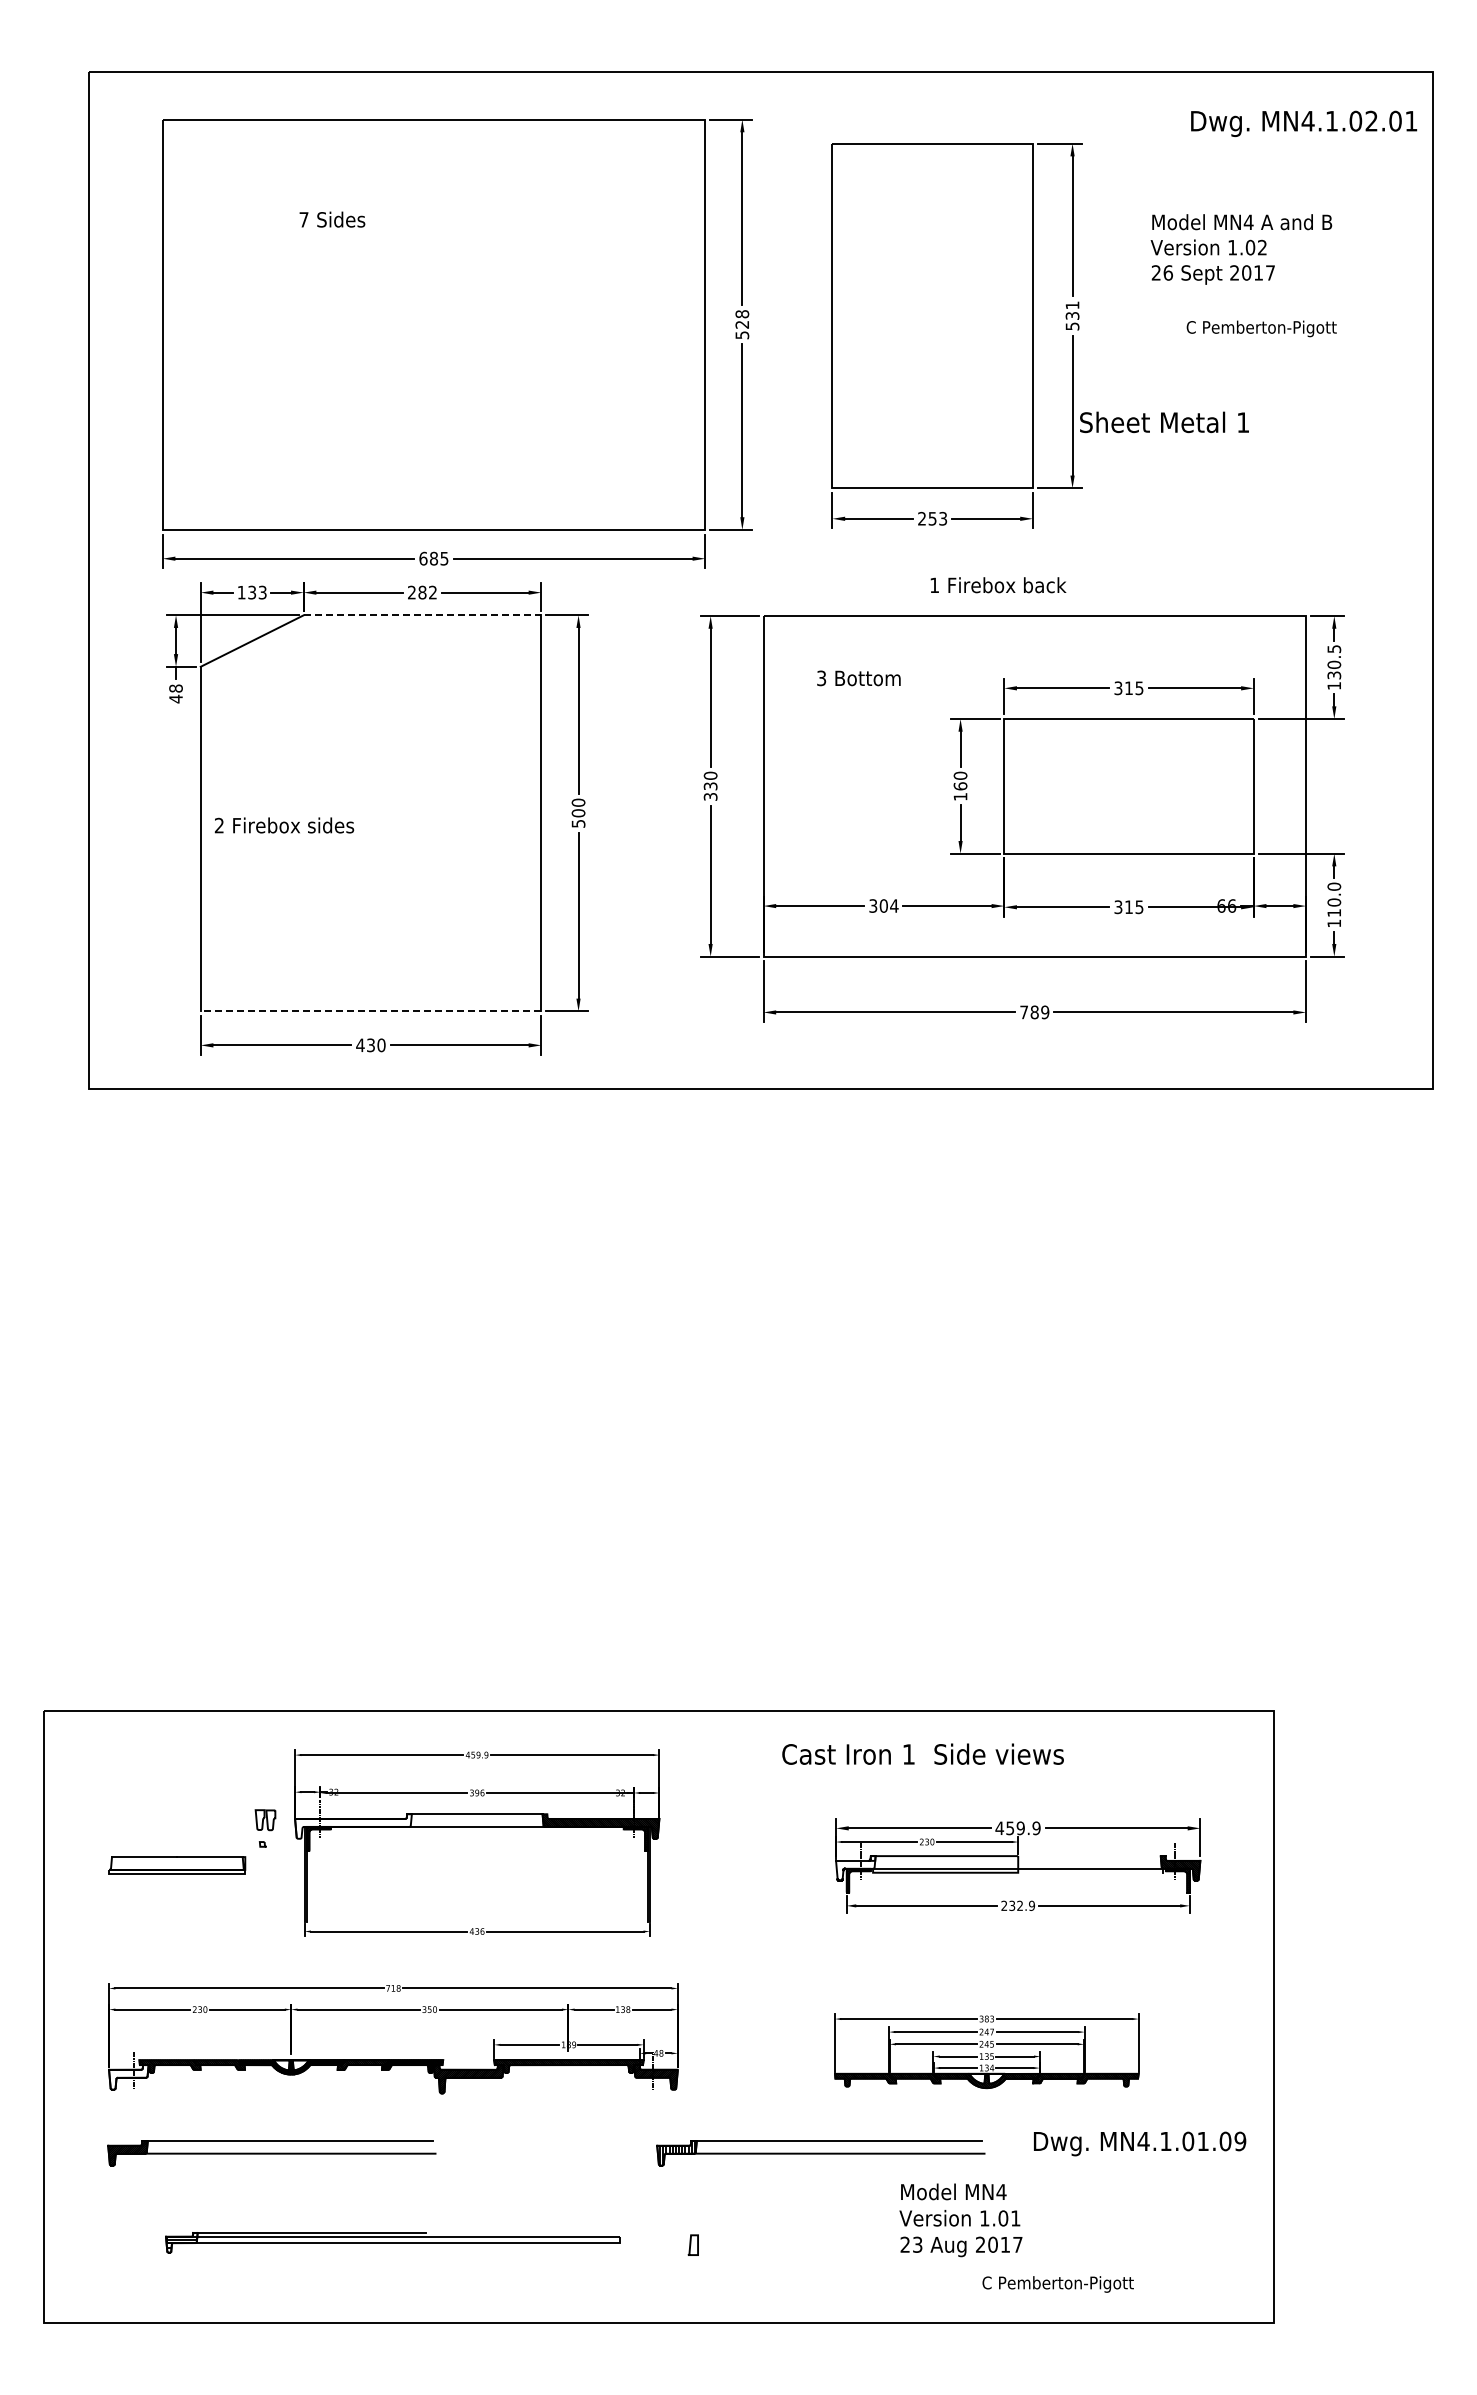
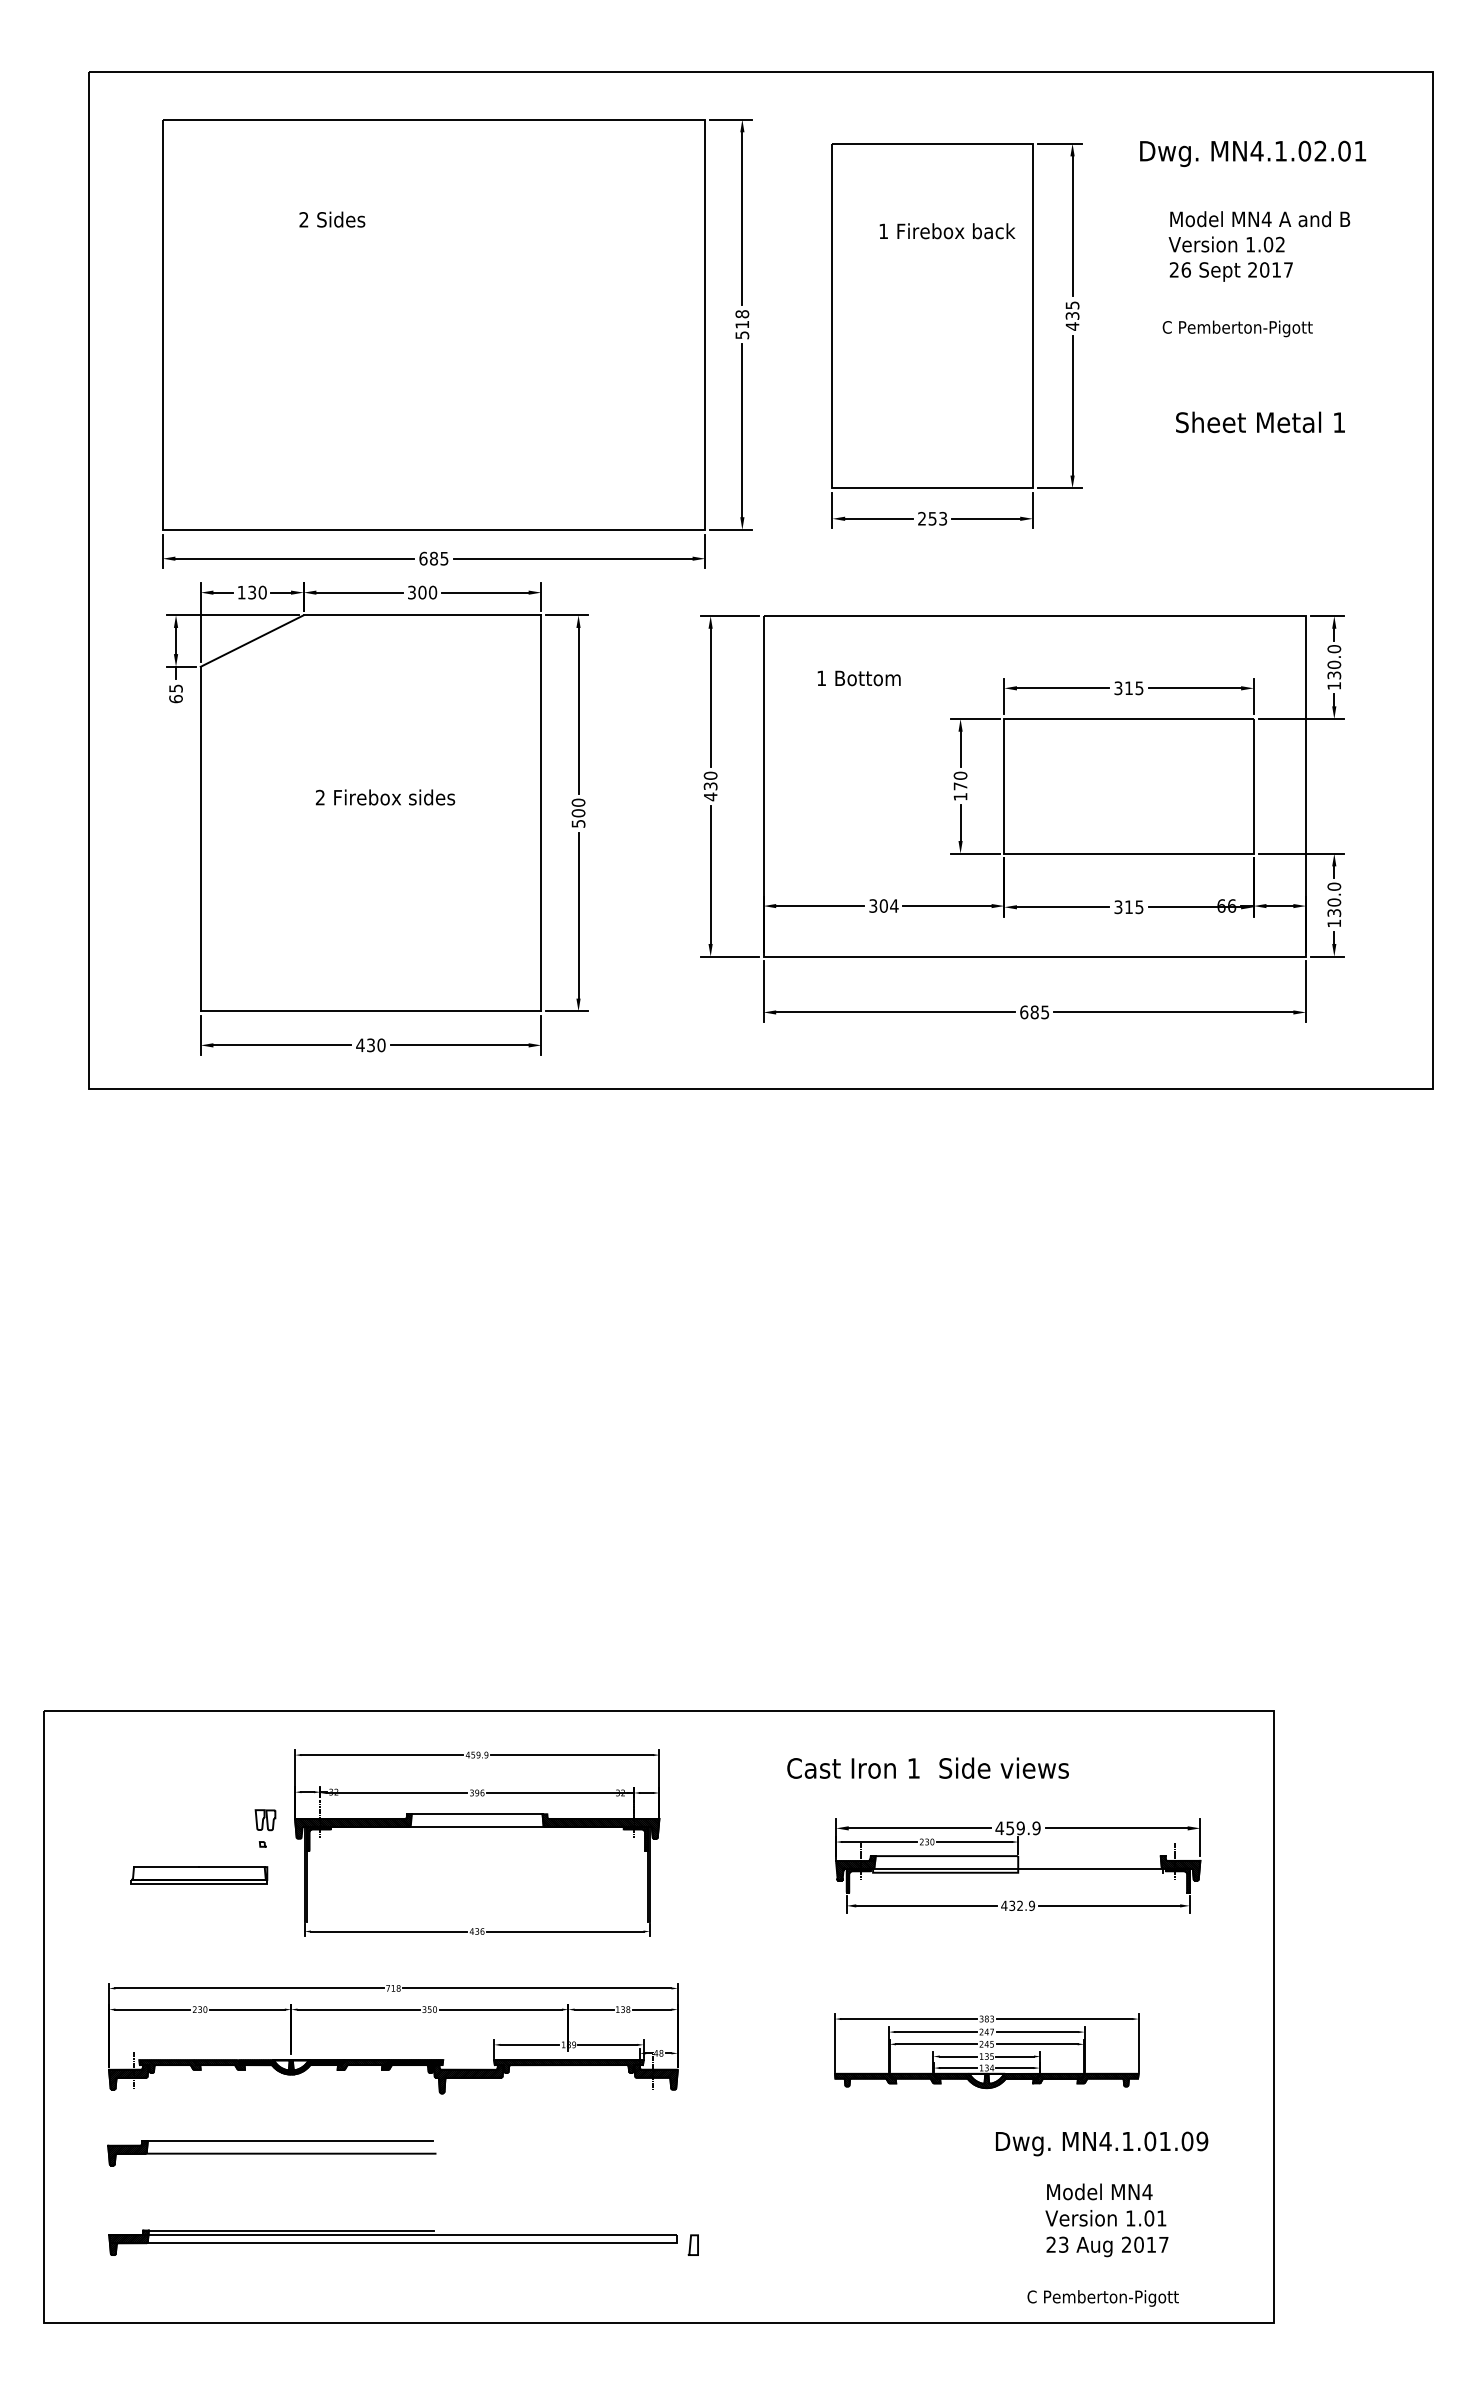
text at (1304, 123) position: (1304, 123) -> (1253, 153)
text at (303, 219): 7 -> 2
text at (1241, 249) position: (1241, 249) -> (1259, 246)
text at (1072, 315): 531 -> 435
text at (741, 324): 528 -> 518
text at (1261, 328) position: (1261, 328) -> (1237, 328)
text at (1164, 422) position: (1164, 422) -> (1260, 422)
text at (998, 585) position: (998, 585) -> (947, 231)
text at (262, 592): 133 -> 130
text at (422, 592): 282 -> 300
line at (422, 615): dashed -> solid
text at (1334, 649): 130.5 -> 130.0
text at (821, 678): 3 -> 1
text at (175, 693): 48 -> 65
text at (960, 786): 160 -> 170
text at (710, 796): 330 -> 430
text at (284, 825) position: (284, 825) -> (385, 797)
text at (1334, 912): 110.0 -> 130.0
line at (370, 1011): dashed -> solid
text at (1034, 1012): 789 -> 685
text at (922, 1753) position: (922, 1753) -> (927, 1767)
hatch at (353, 1826): none -> present
part at (177, 1865) position: (177, 1865) -> (199, 1875)
hatch at (855, 1868): none -> present
text at (1004, 1905): 232.9 -> 432.9
hatch at (128, 2077): none -> present
text at (1140, 2143) position: (1140, 2143) -> (1102, 2143)
part at (820, 2153): present -> none
text at (960, 2220) position: (960, 2220) -> (1106, 2220)
part at (392, 2242) size: 456x22 px -> 570x27 px
text at (1057, 2284) position: (1057, 2284) -> (1102, 2298)
